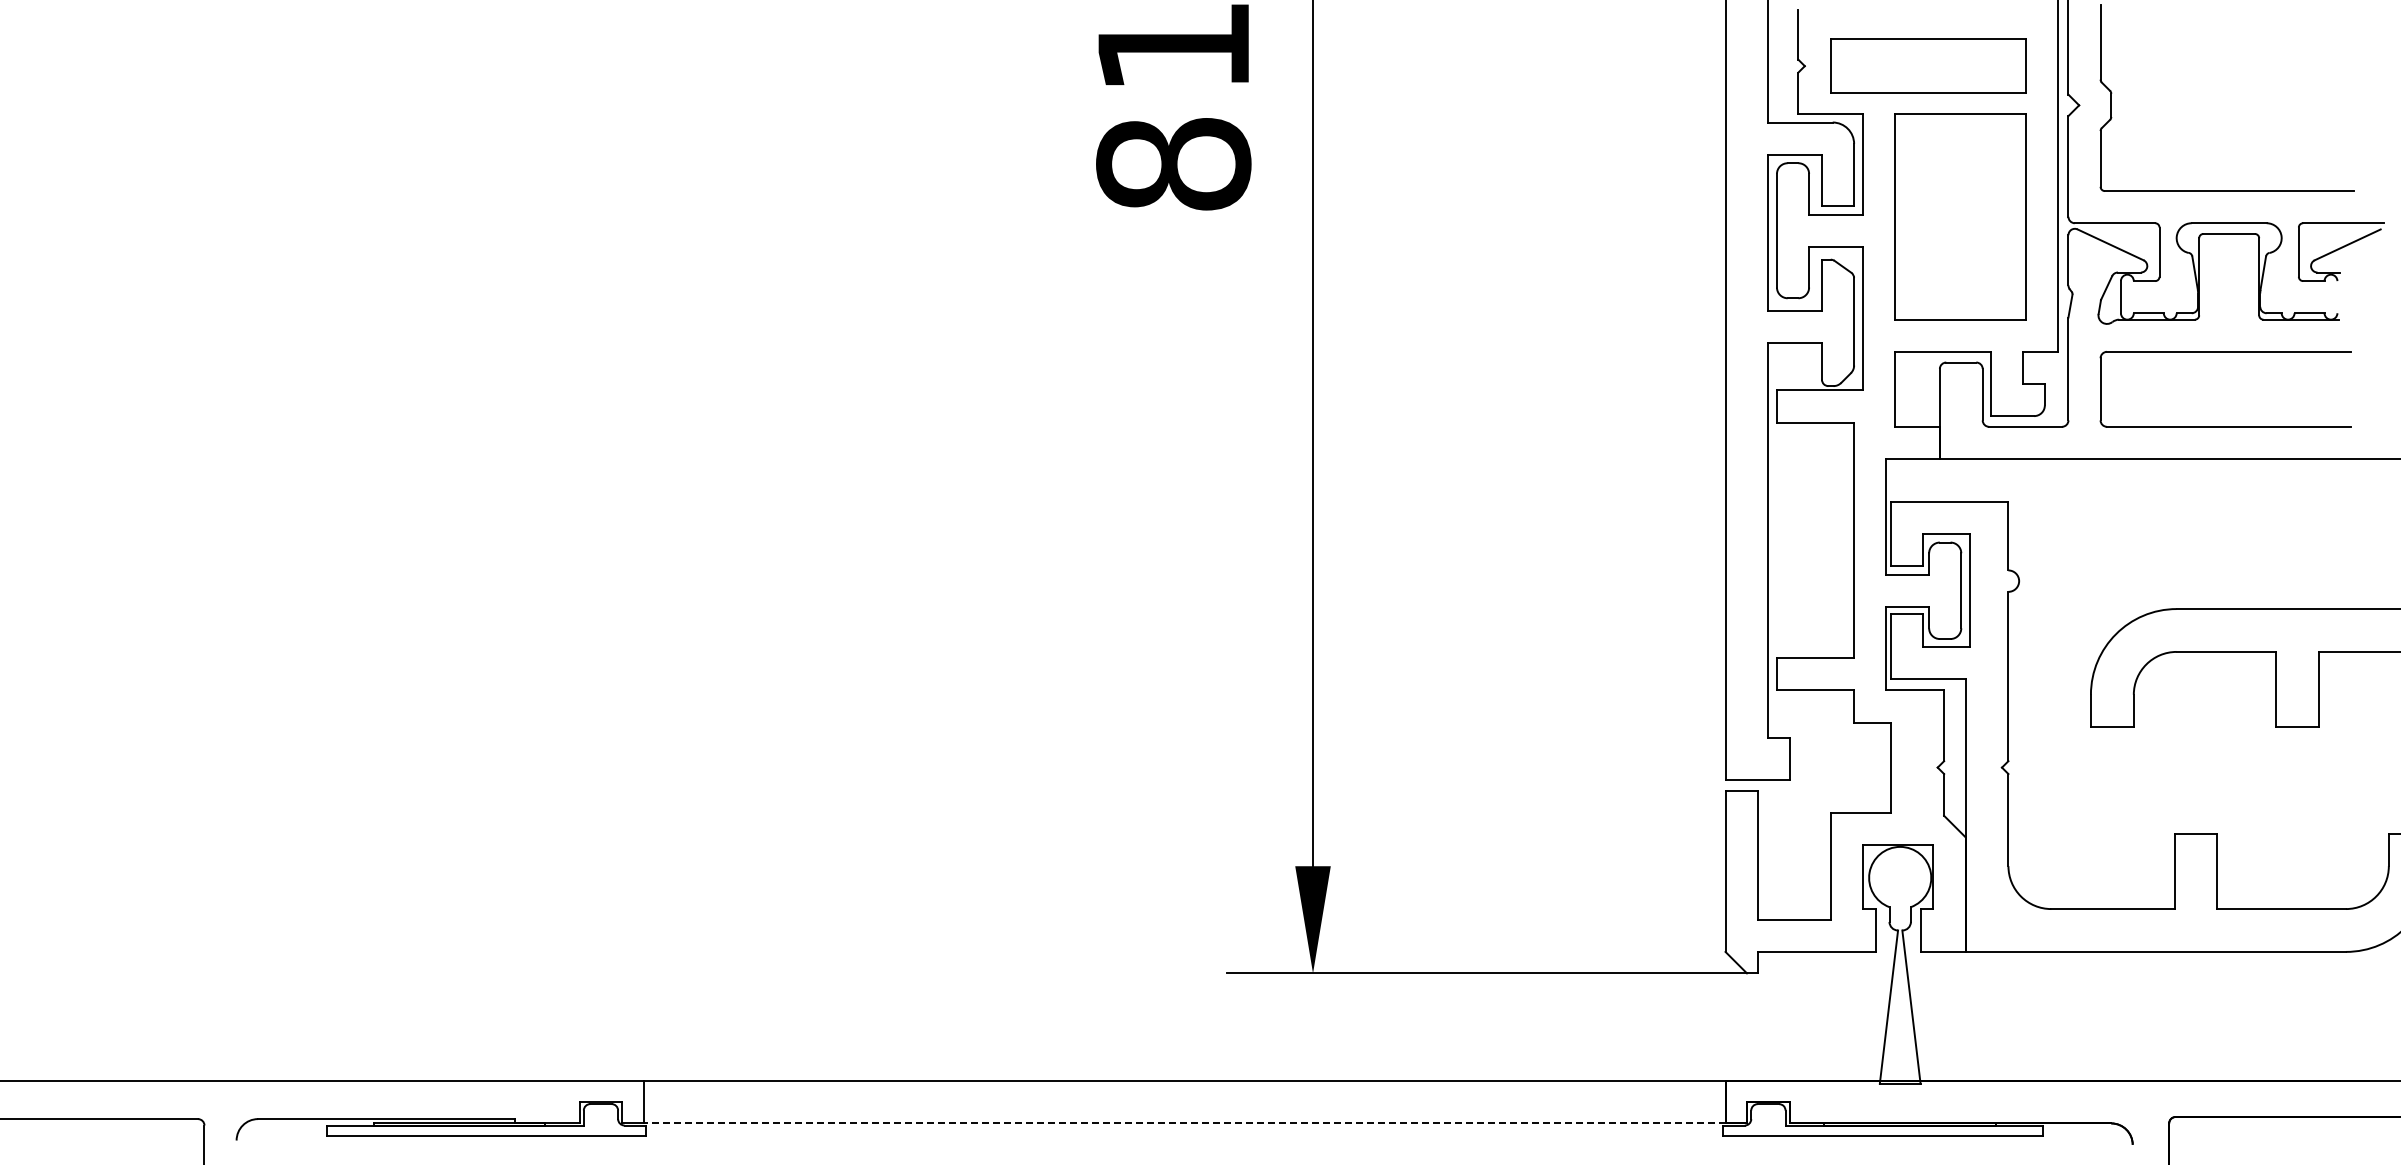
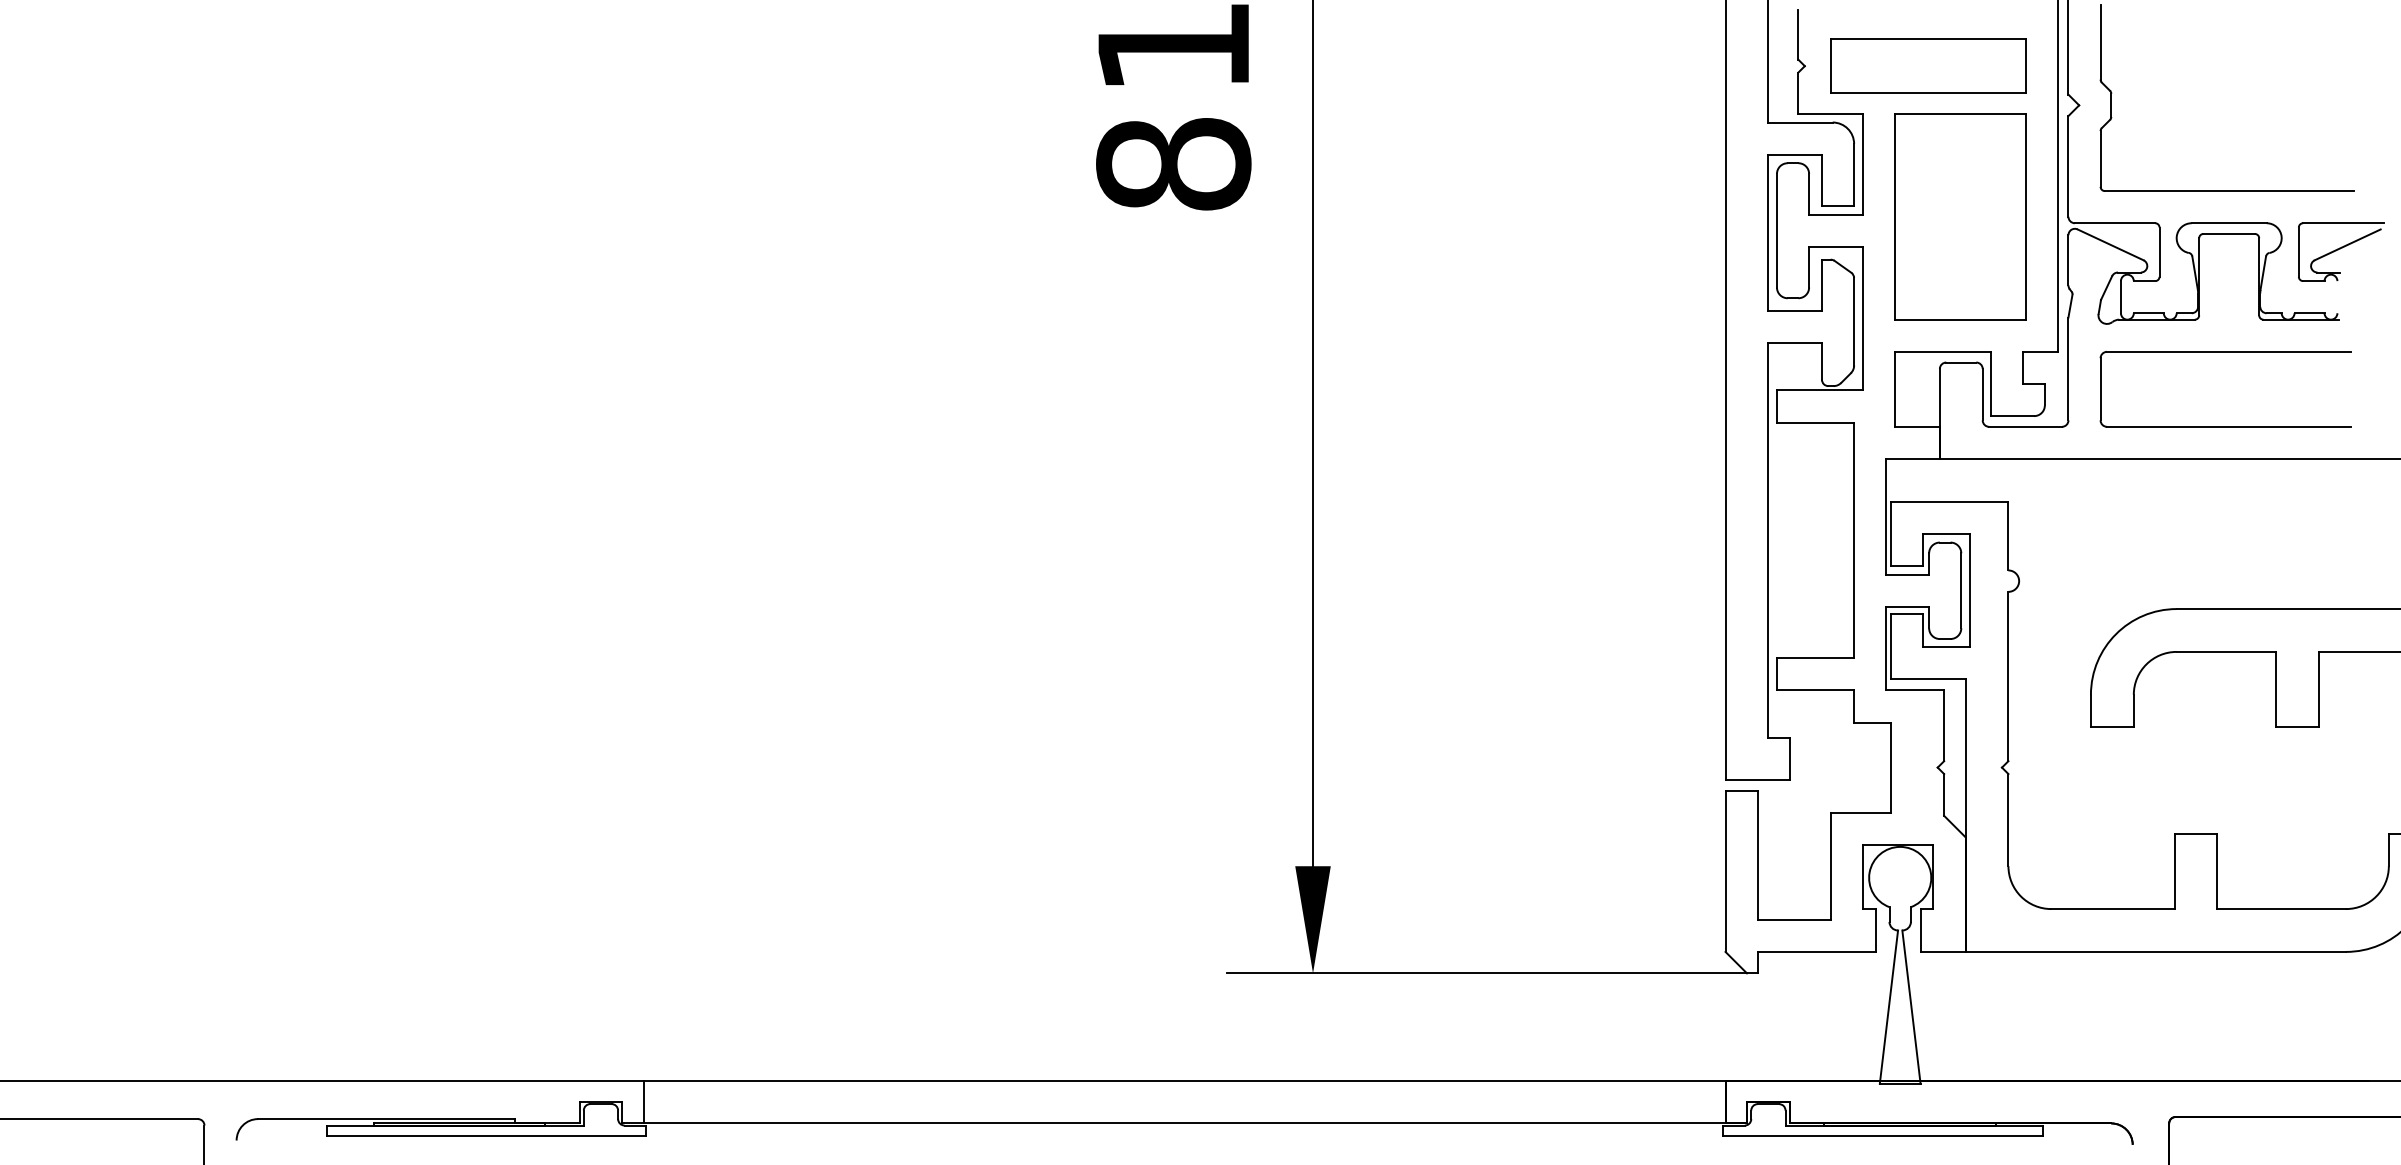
line at (1184, 1123): dashed -> solid
